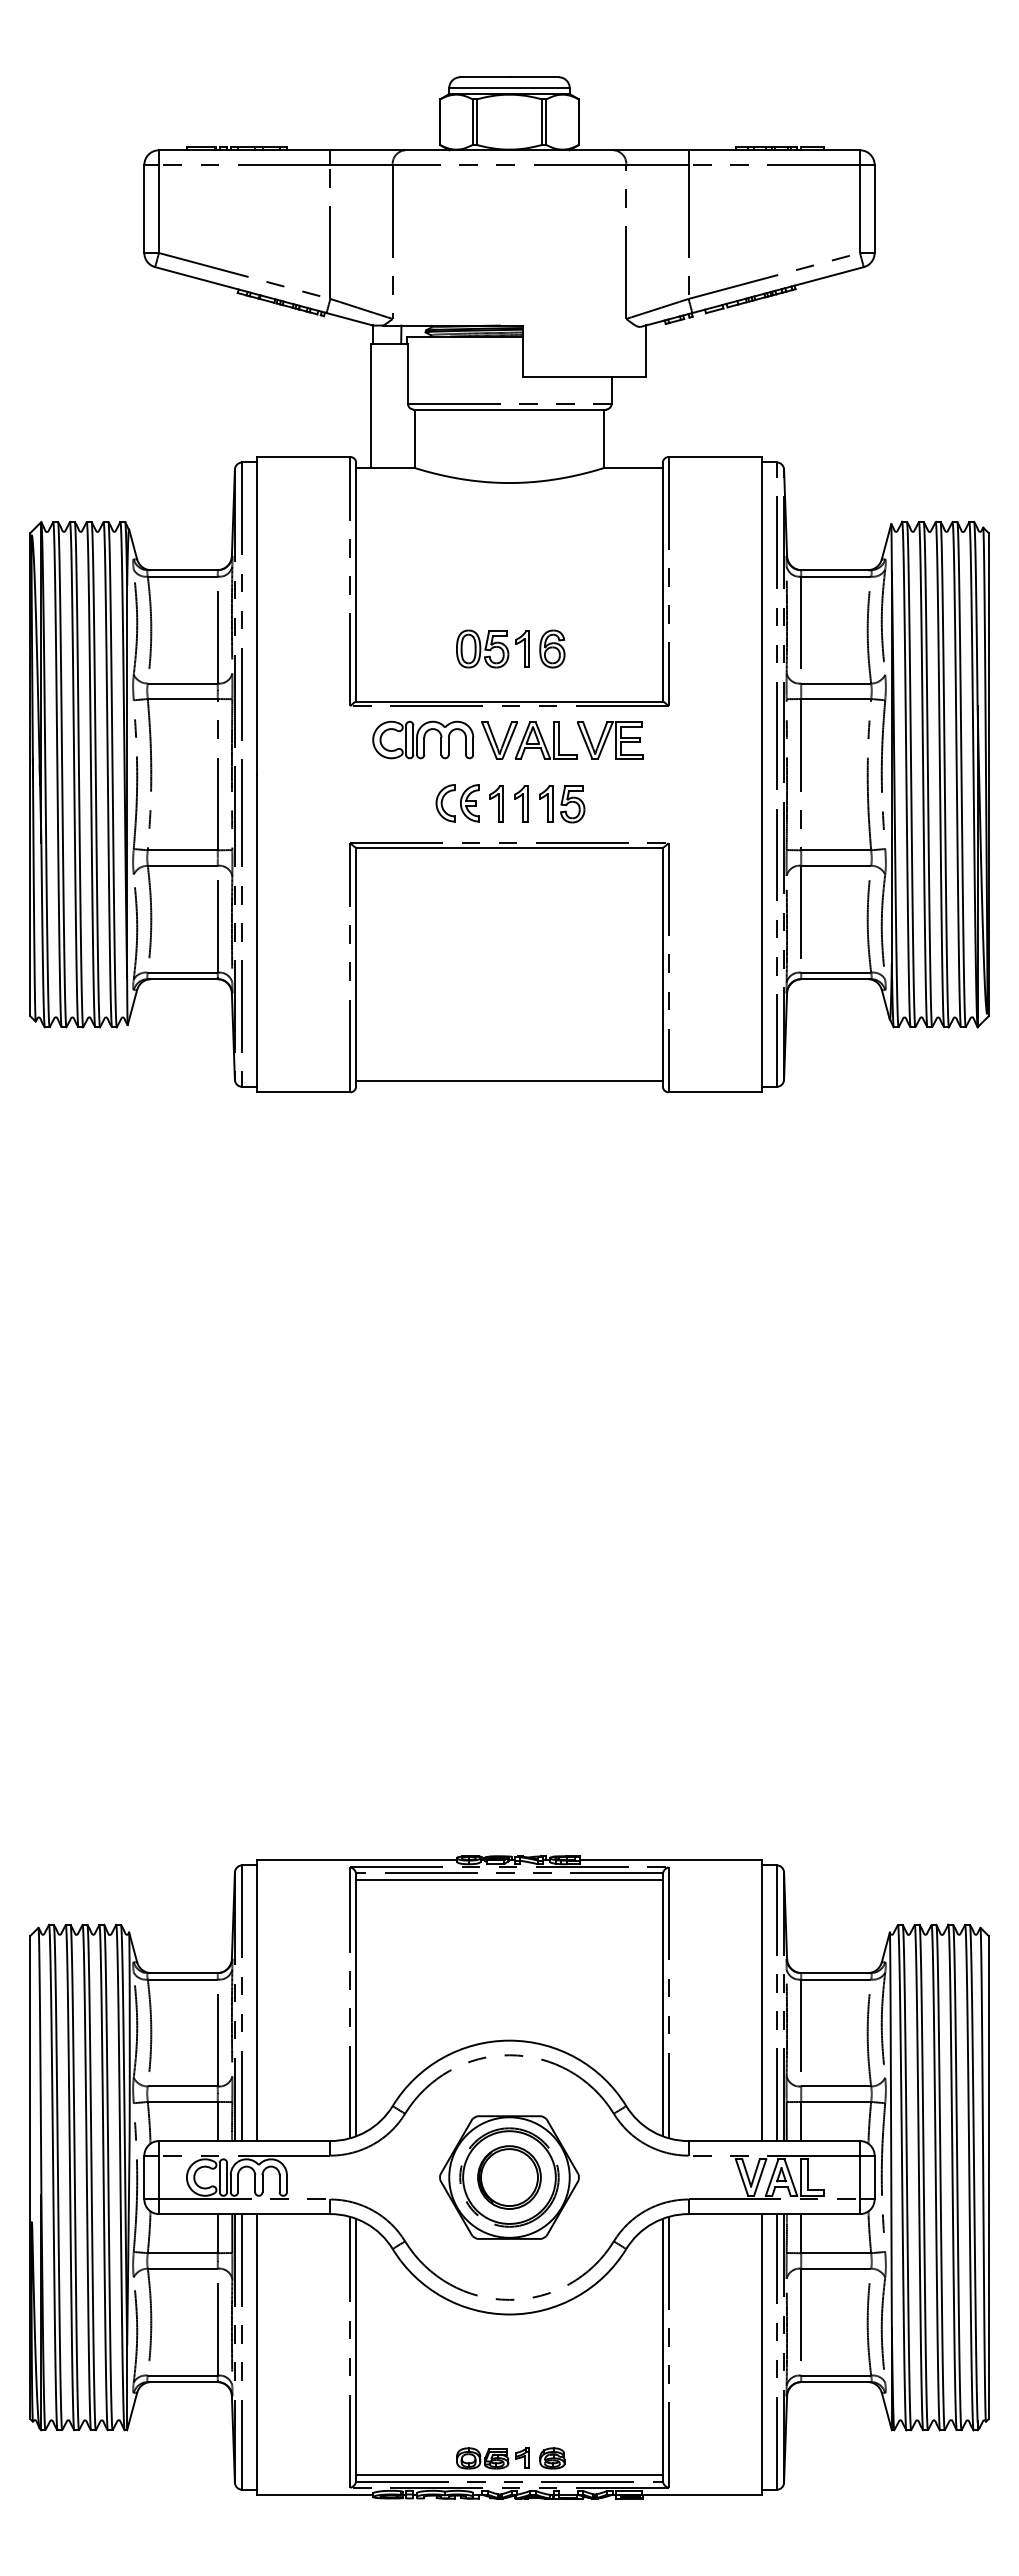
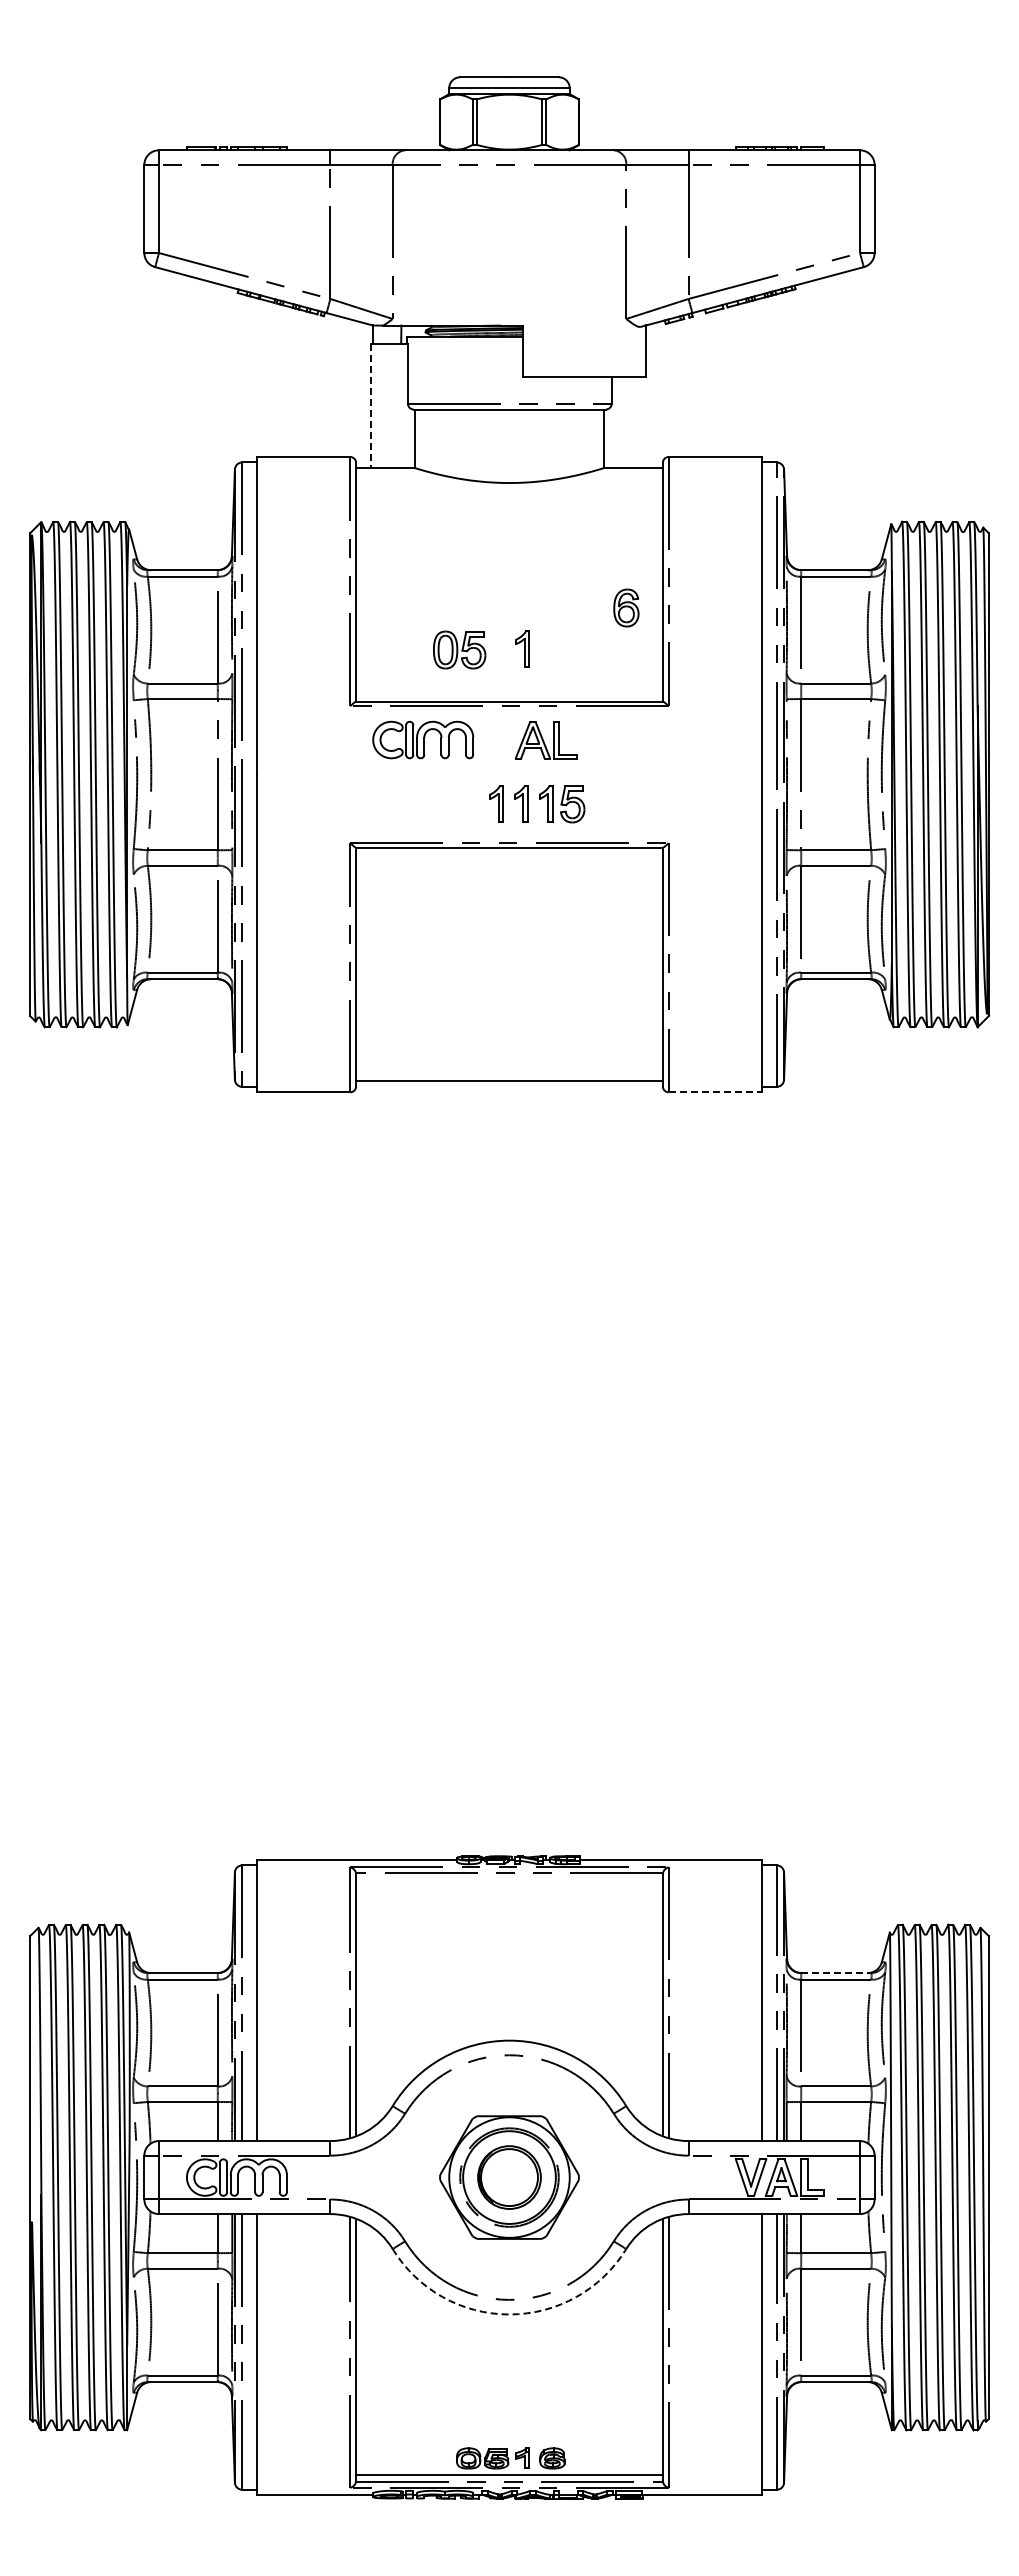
line at (370, 406): solid -> dashed
part at (482, 648) position: (482, 648) -> (459, 649)
part at (552, 648) position: (552, 648) -> (626, 607)
part at (499, 740): present -> none
part at (610, 740): present -> none
part at (457, 803): present -> none
line at (715, 1092): solid -> dashed
line at (509, 1879): present -> none
line at (836, 1973): solid -> dashed
arc at (509, 2314): solid -> dashed
